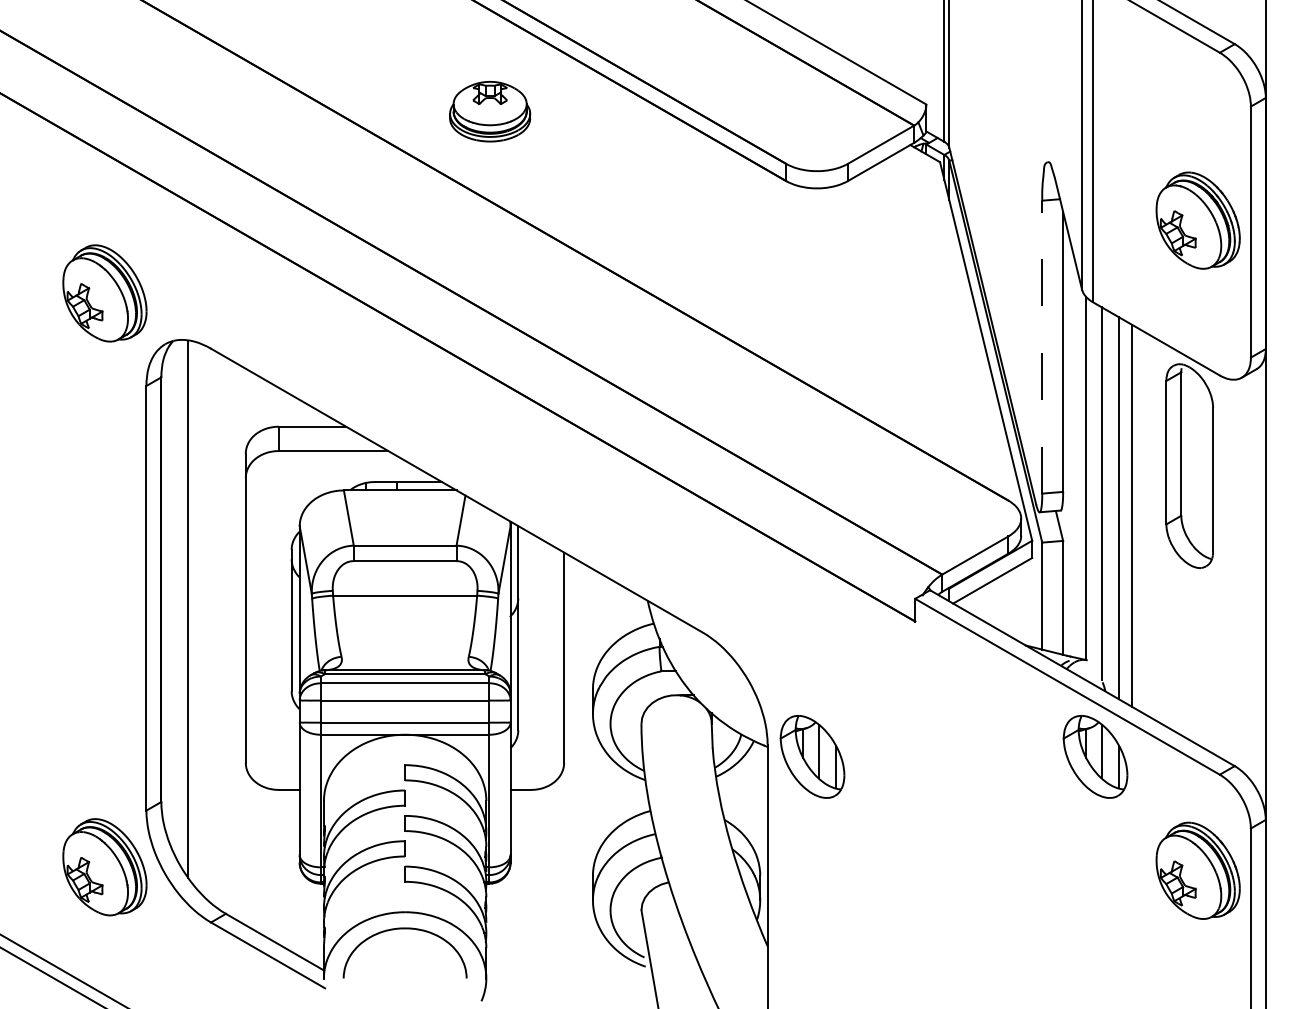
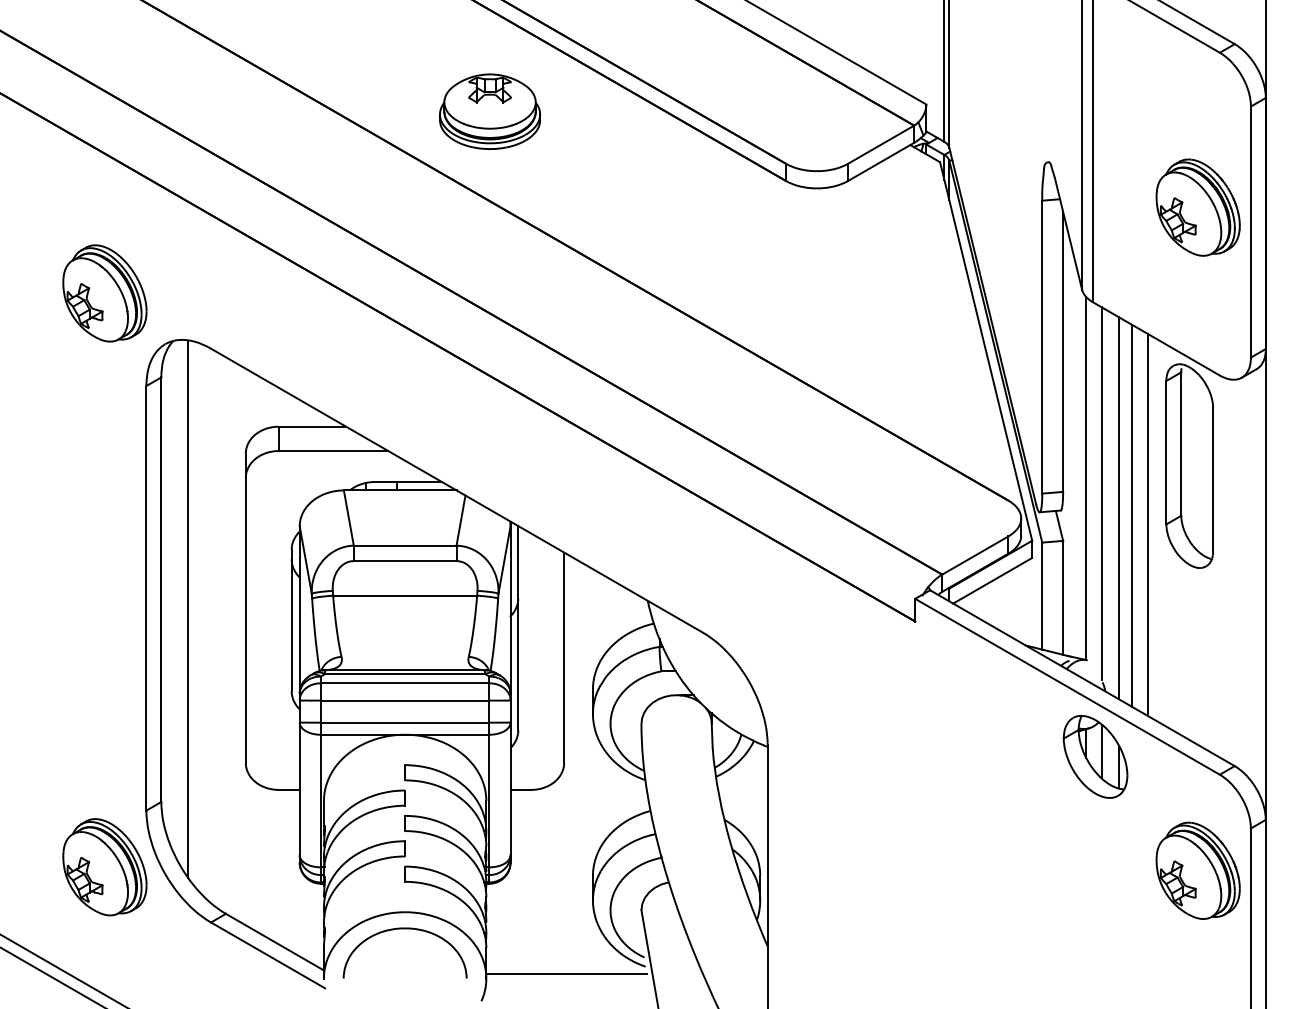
part at (490, 111) size: 83x63 px -> 103x77 px
part at (1197, 220) position: (1197, 220) -> (1197, 207)
line at (1042, 346): dashed -> solid
line at (1147, 523): none -> present
part at (812, 756): present -> none
line at (566, 973): none -> present
